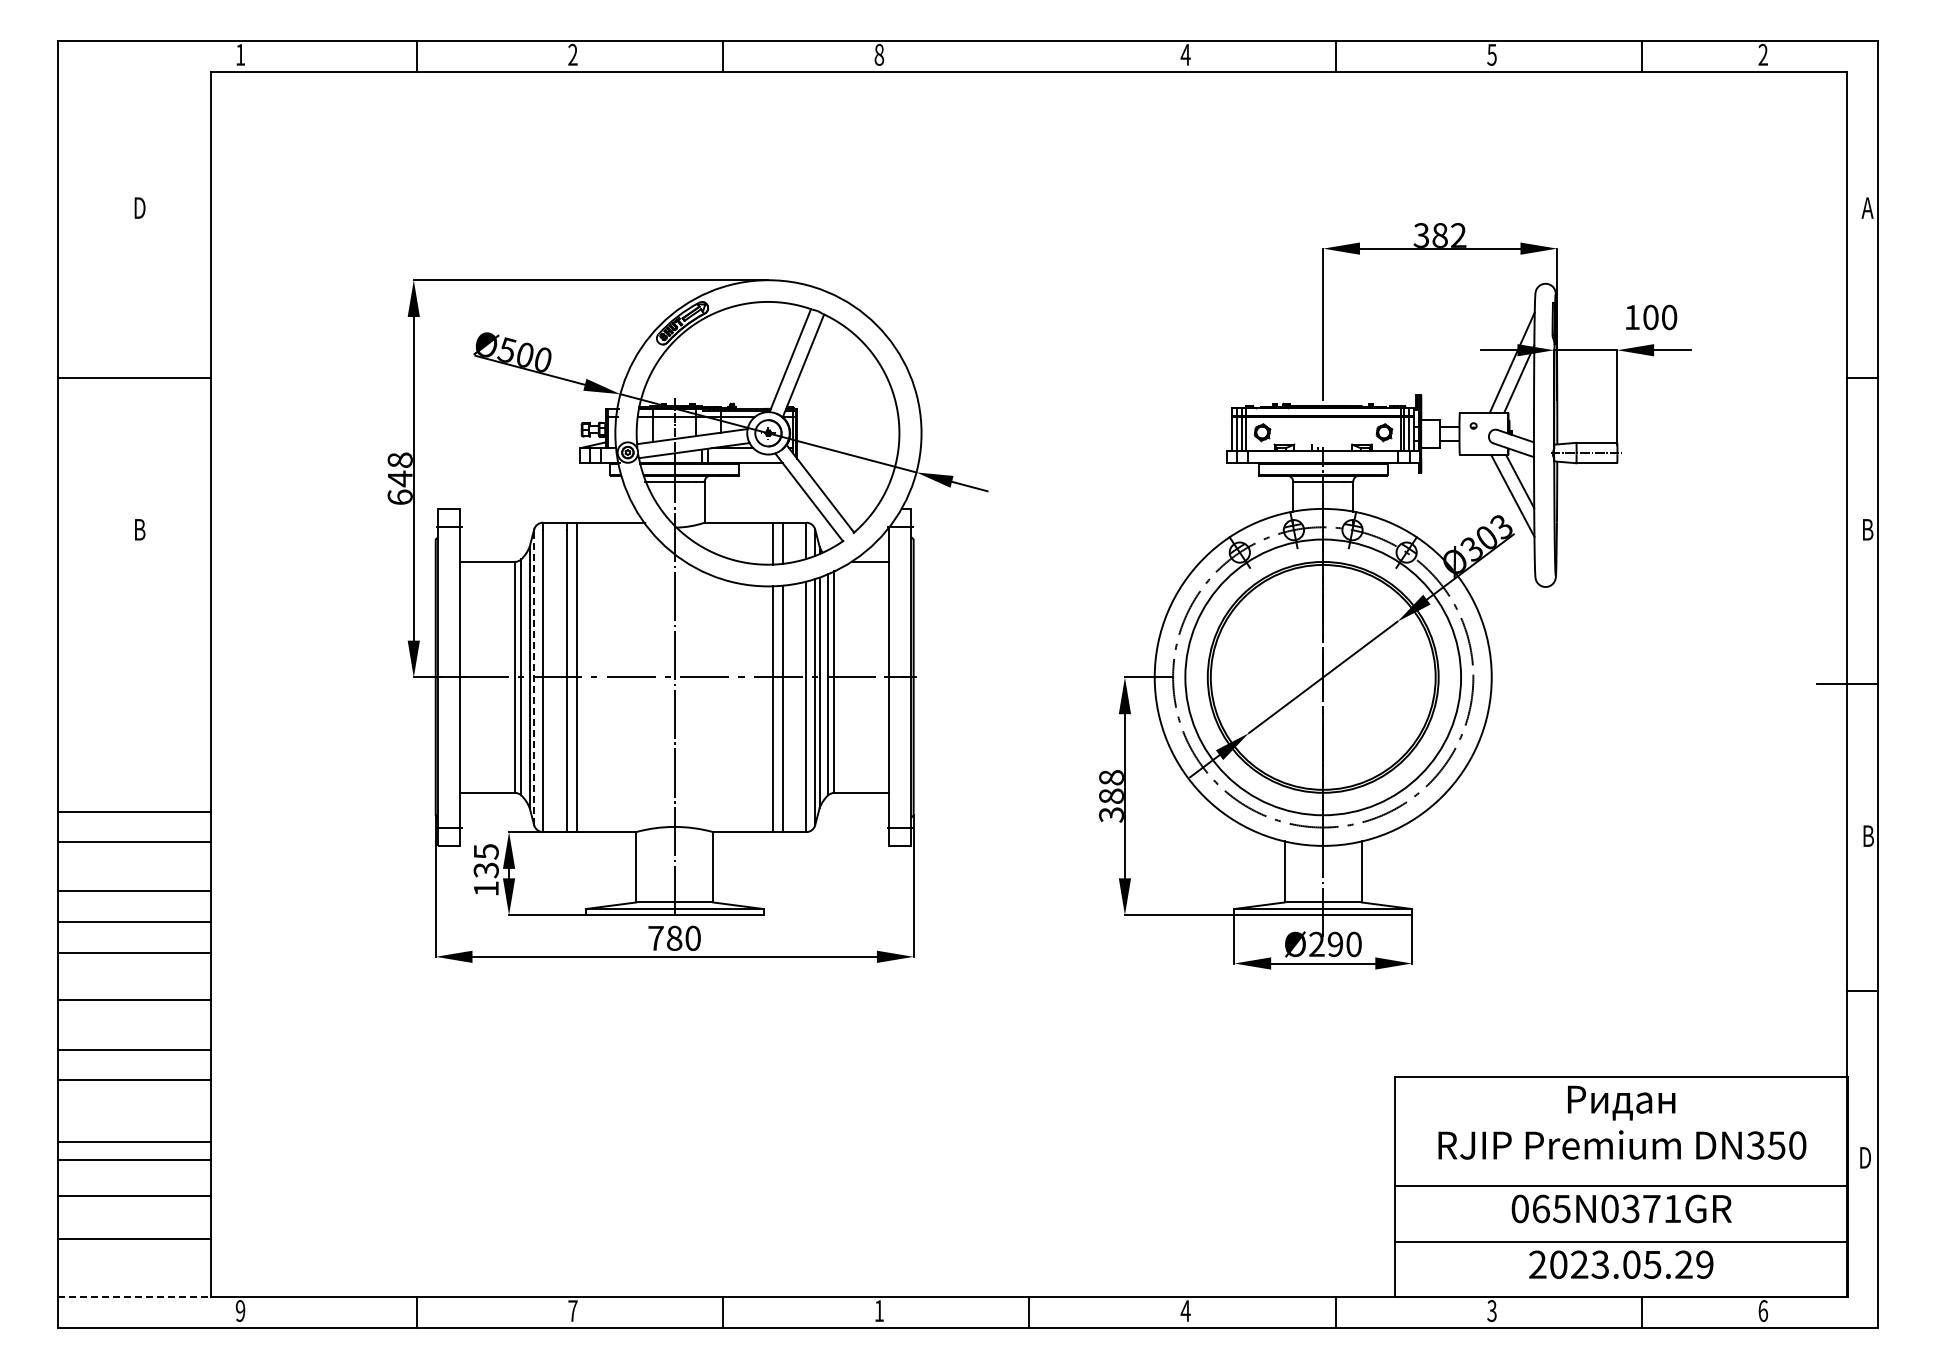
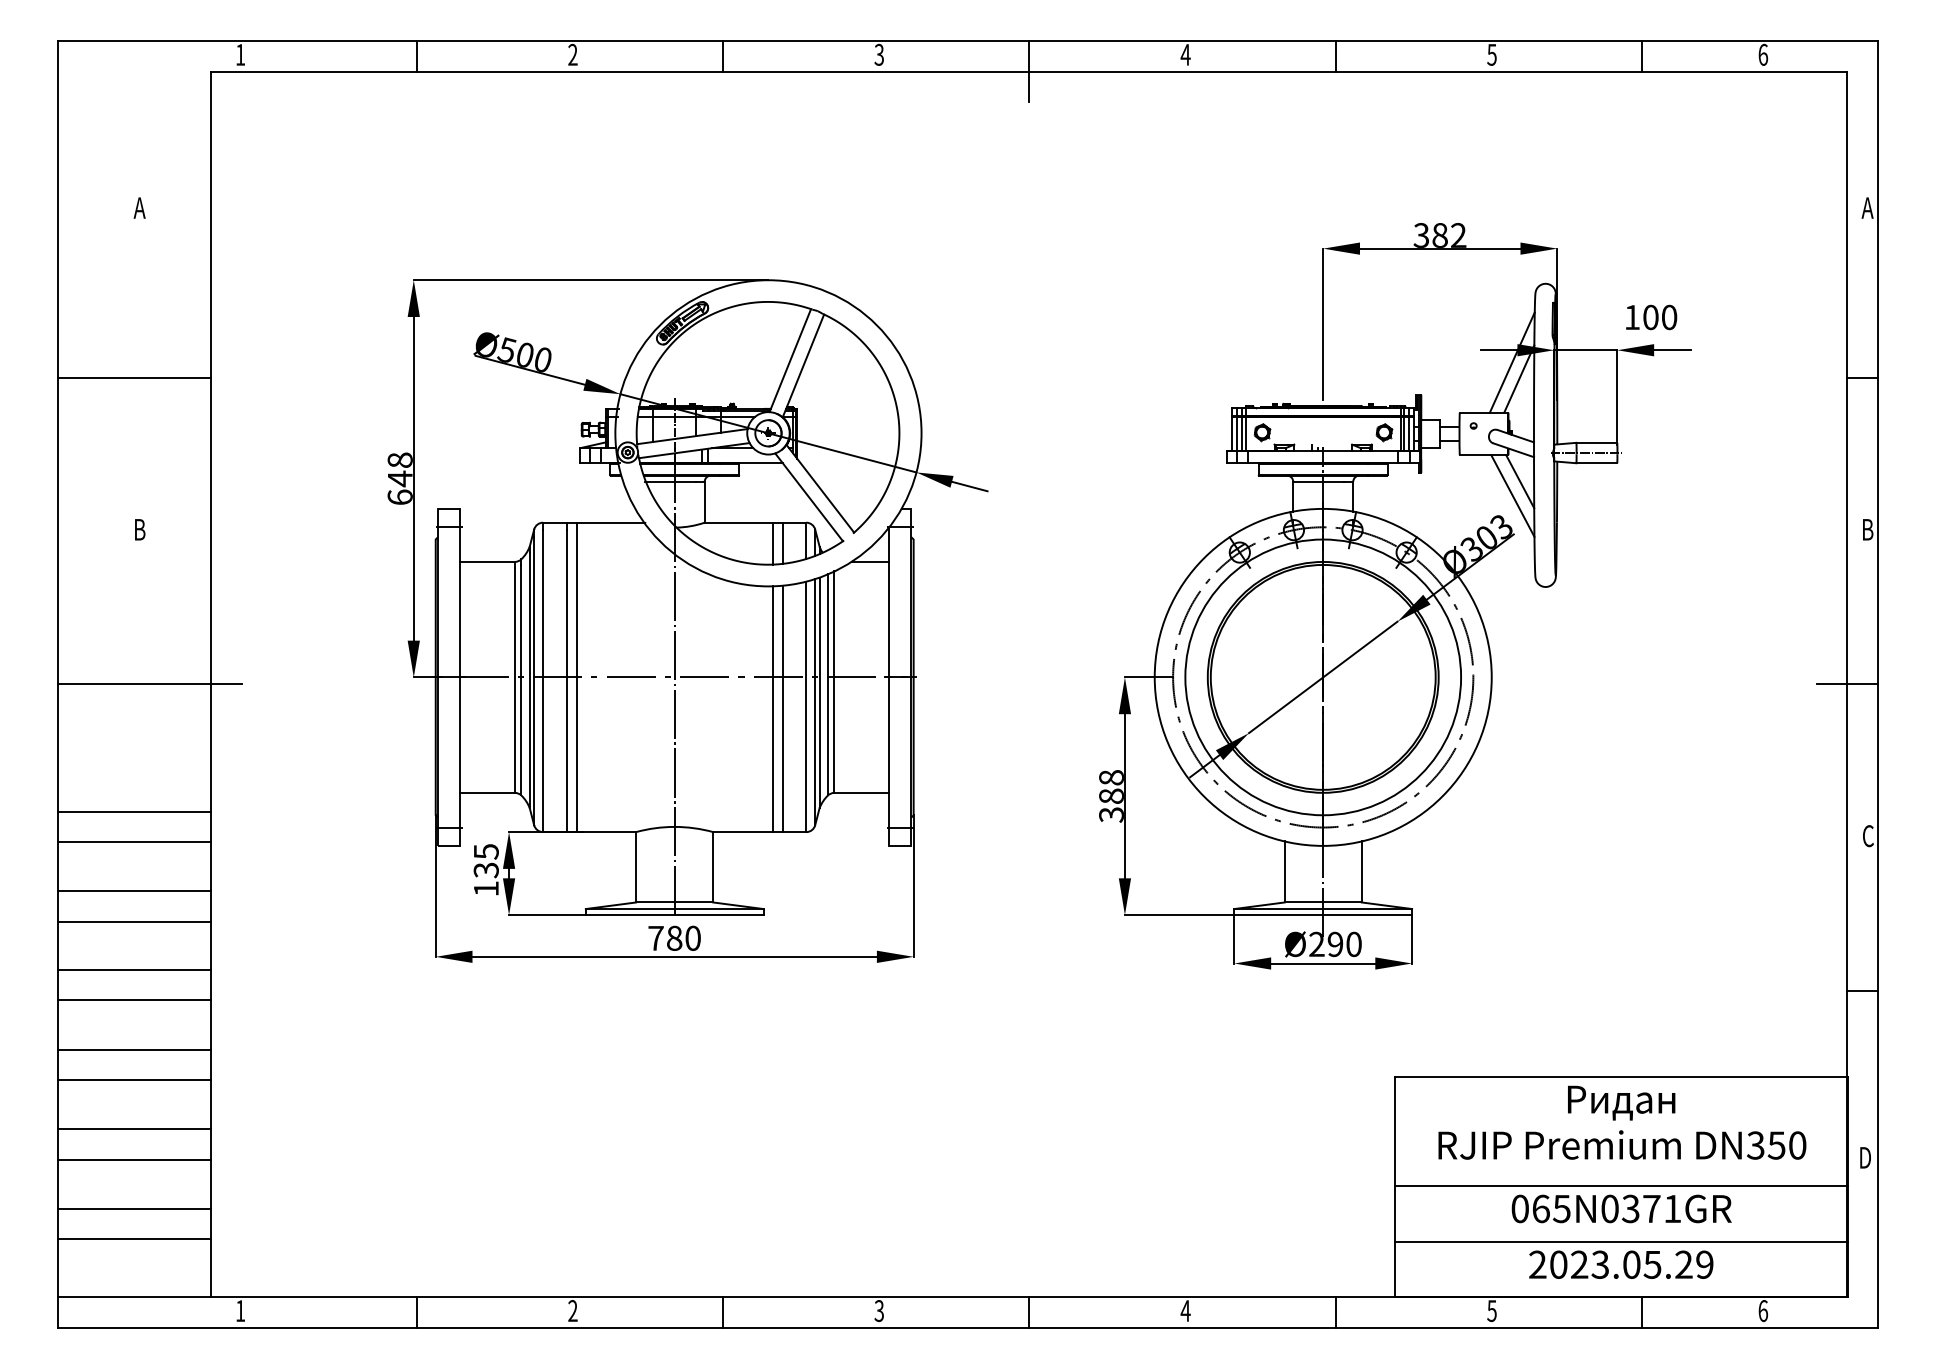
text at (879, 54): 8 -> 3
text at (1763, 54): 2 -> 6
line at (1029, 71): none -> present
text at (139, 207): D -> A
line at (534, 680): dashed -> solid
line at (149, 684): none -> present
text at (1868, 836): B -> C
line at (134, 952) position: (134, 952) -> (134, 969)
line at (134, 1142) position: (134, 1142) -> (134, 1129)
line at (134, 1195) position: (134, 1195) -> (134, 1208)
line at (134, 1297): dashed -> solid
text at (572, 1310): 7 -> 2
text at (1491, 1310): 3 -> 5
text at (240, 1311): 9 -> 1
text at (878, 1311): 1 -> 3
